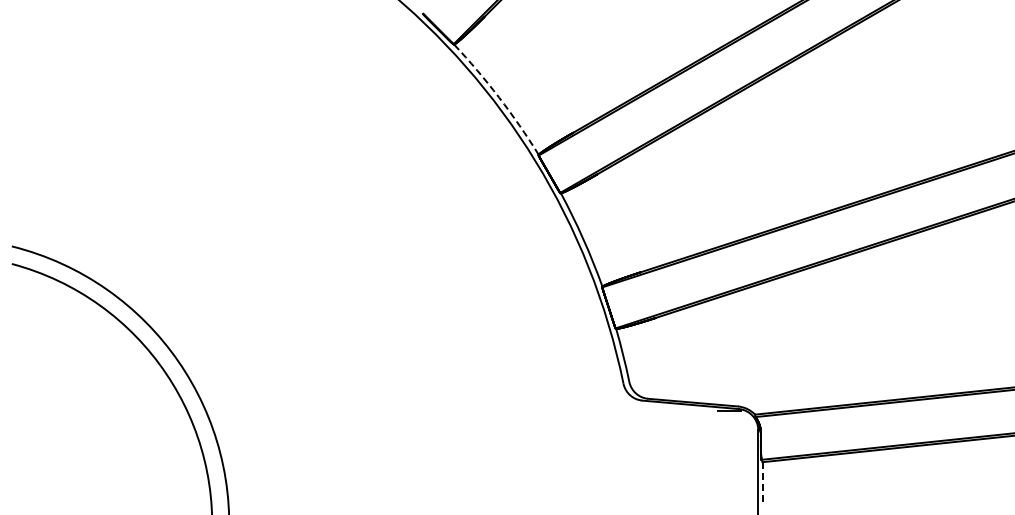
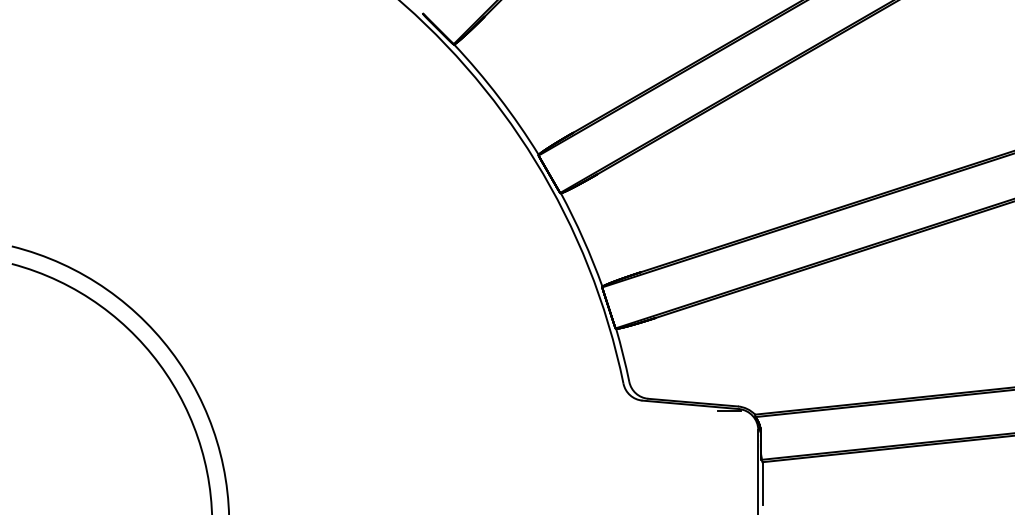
arc at (499, 97): dashed -> solid
line at (762, 483): dashed -> solid
